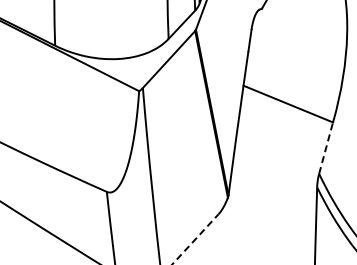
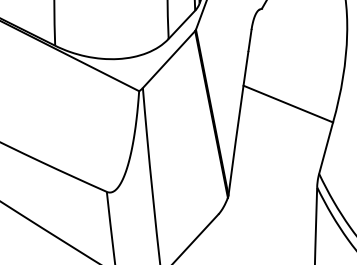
line at (326, 148): dashed -> solid
line at (195, 239): dashed -> solid
